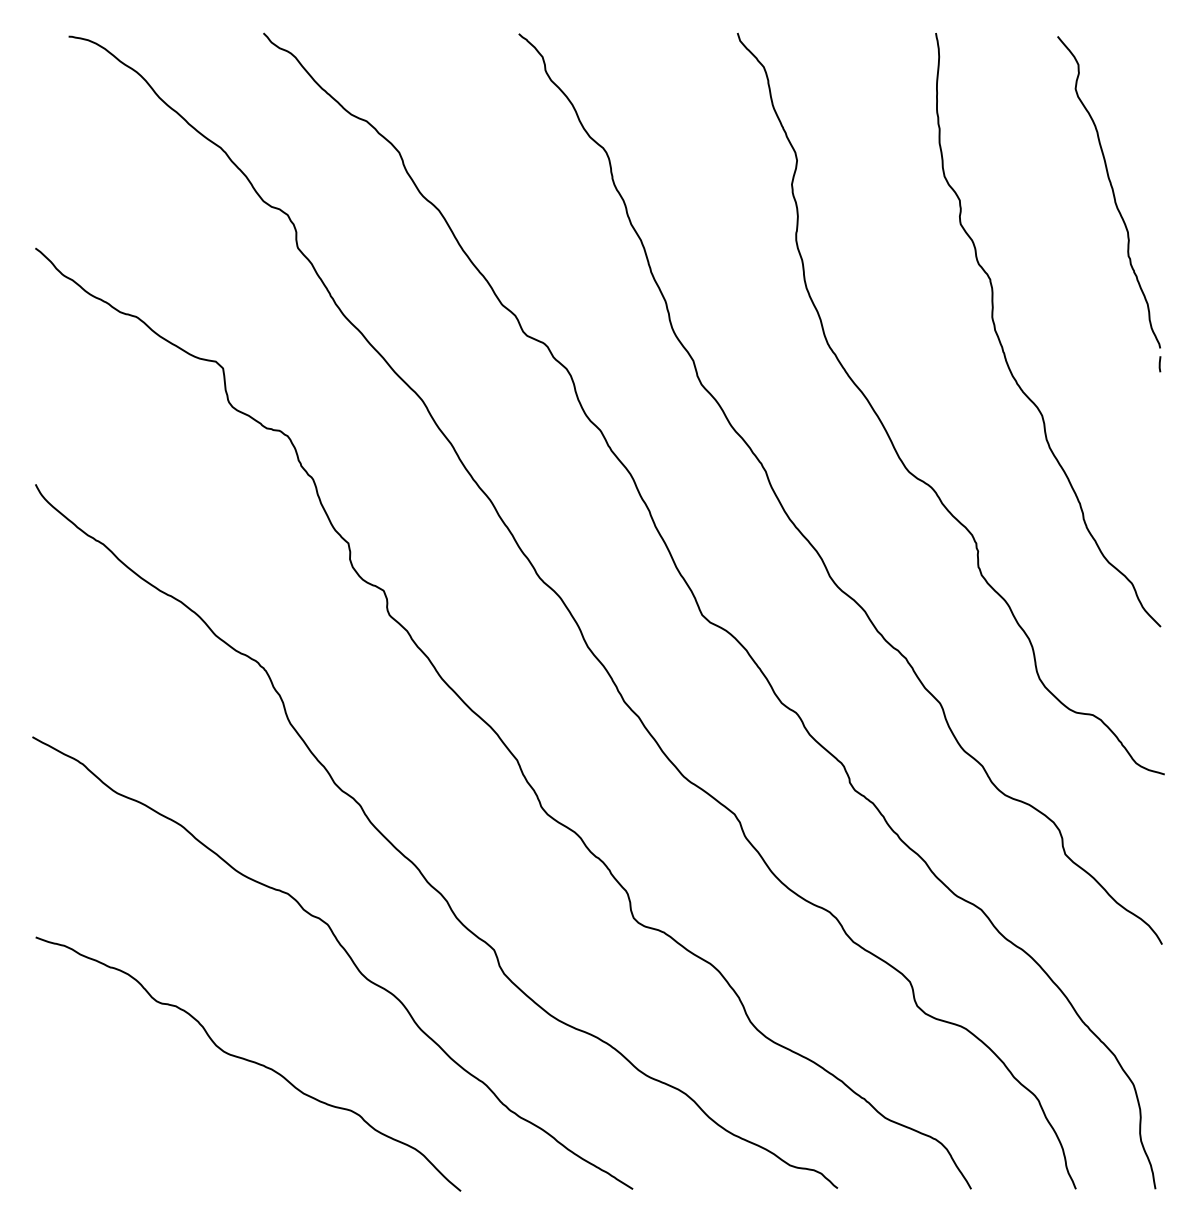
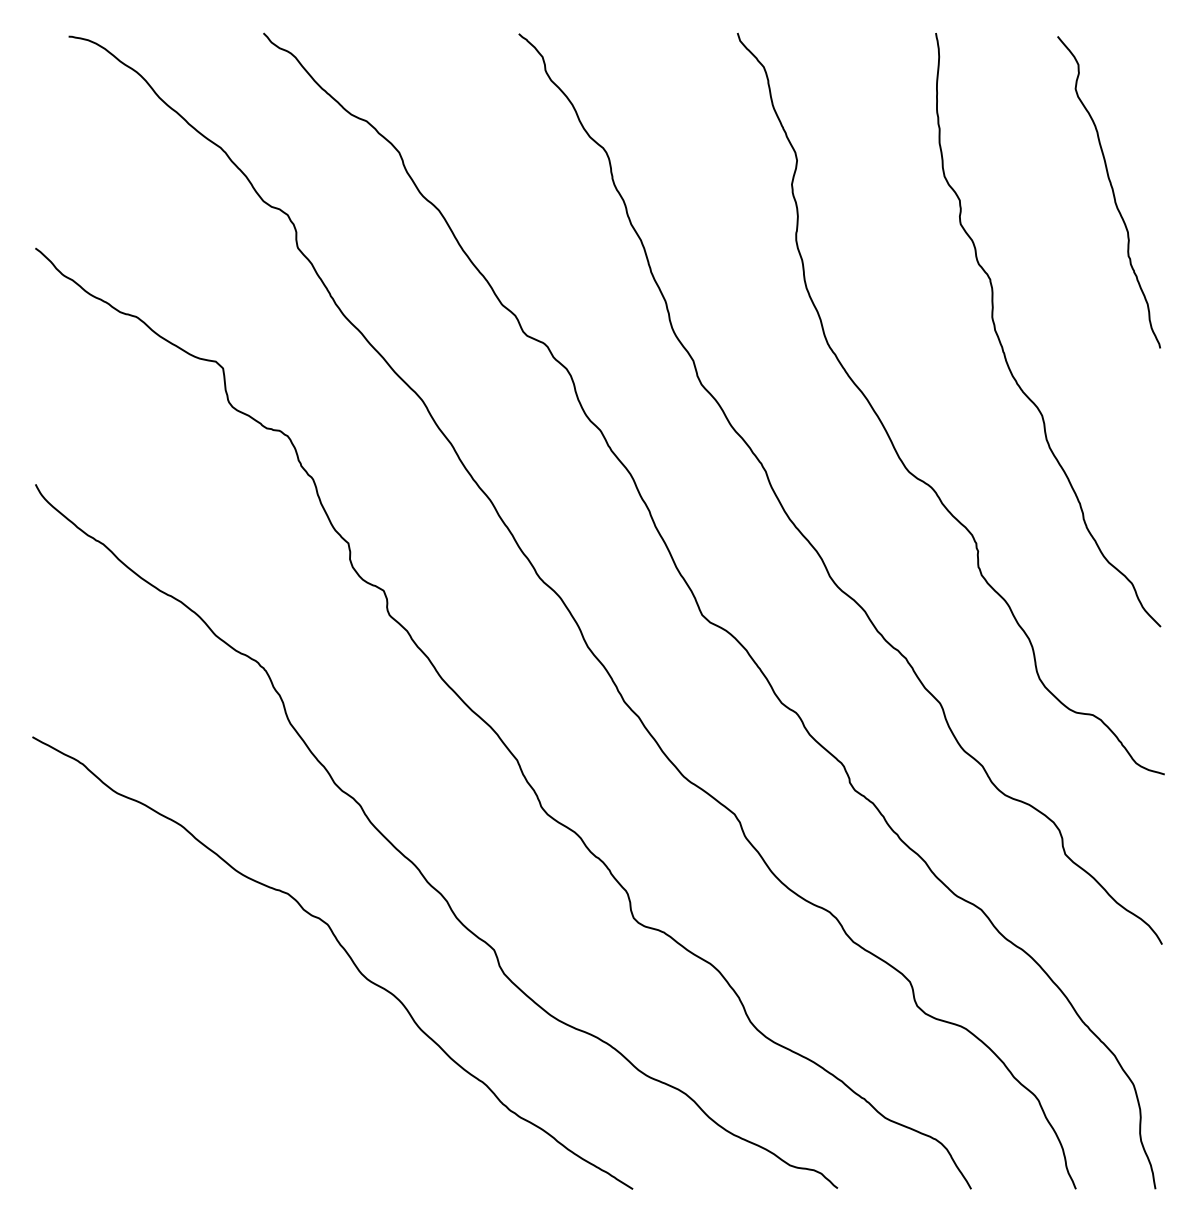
line at (1159, 364): present -> none
curve at (248, 1061): present -> none
